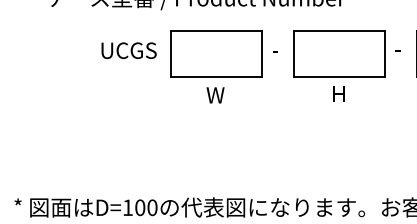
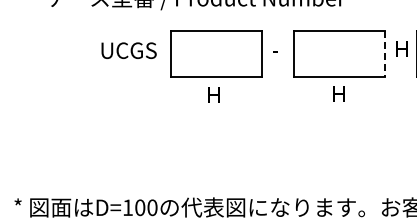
text at (401, 48): - -> H
line at (384, 53): solid -> dashed
text at (215, 95): W -> H
